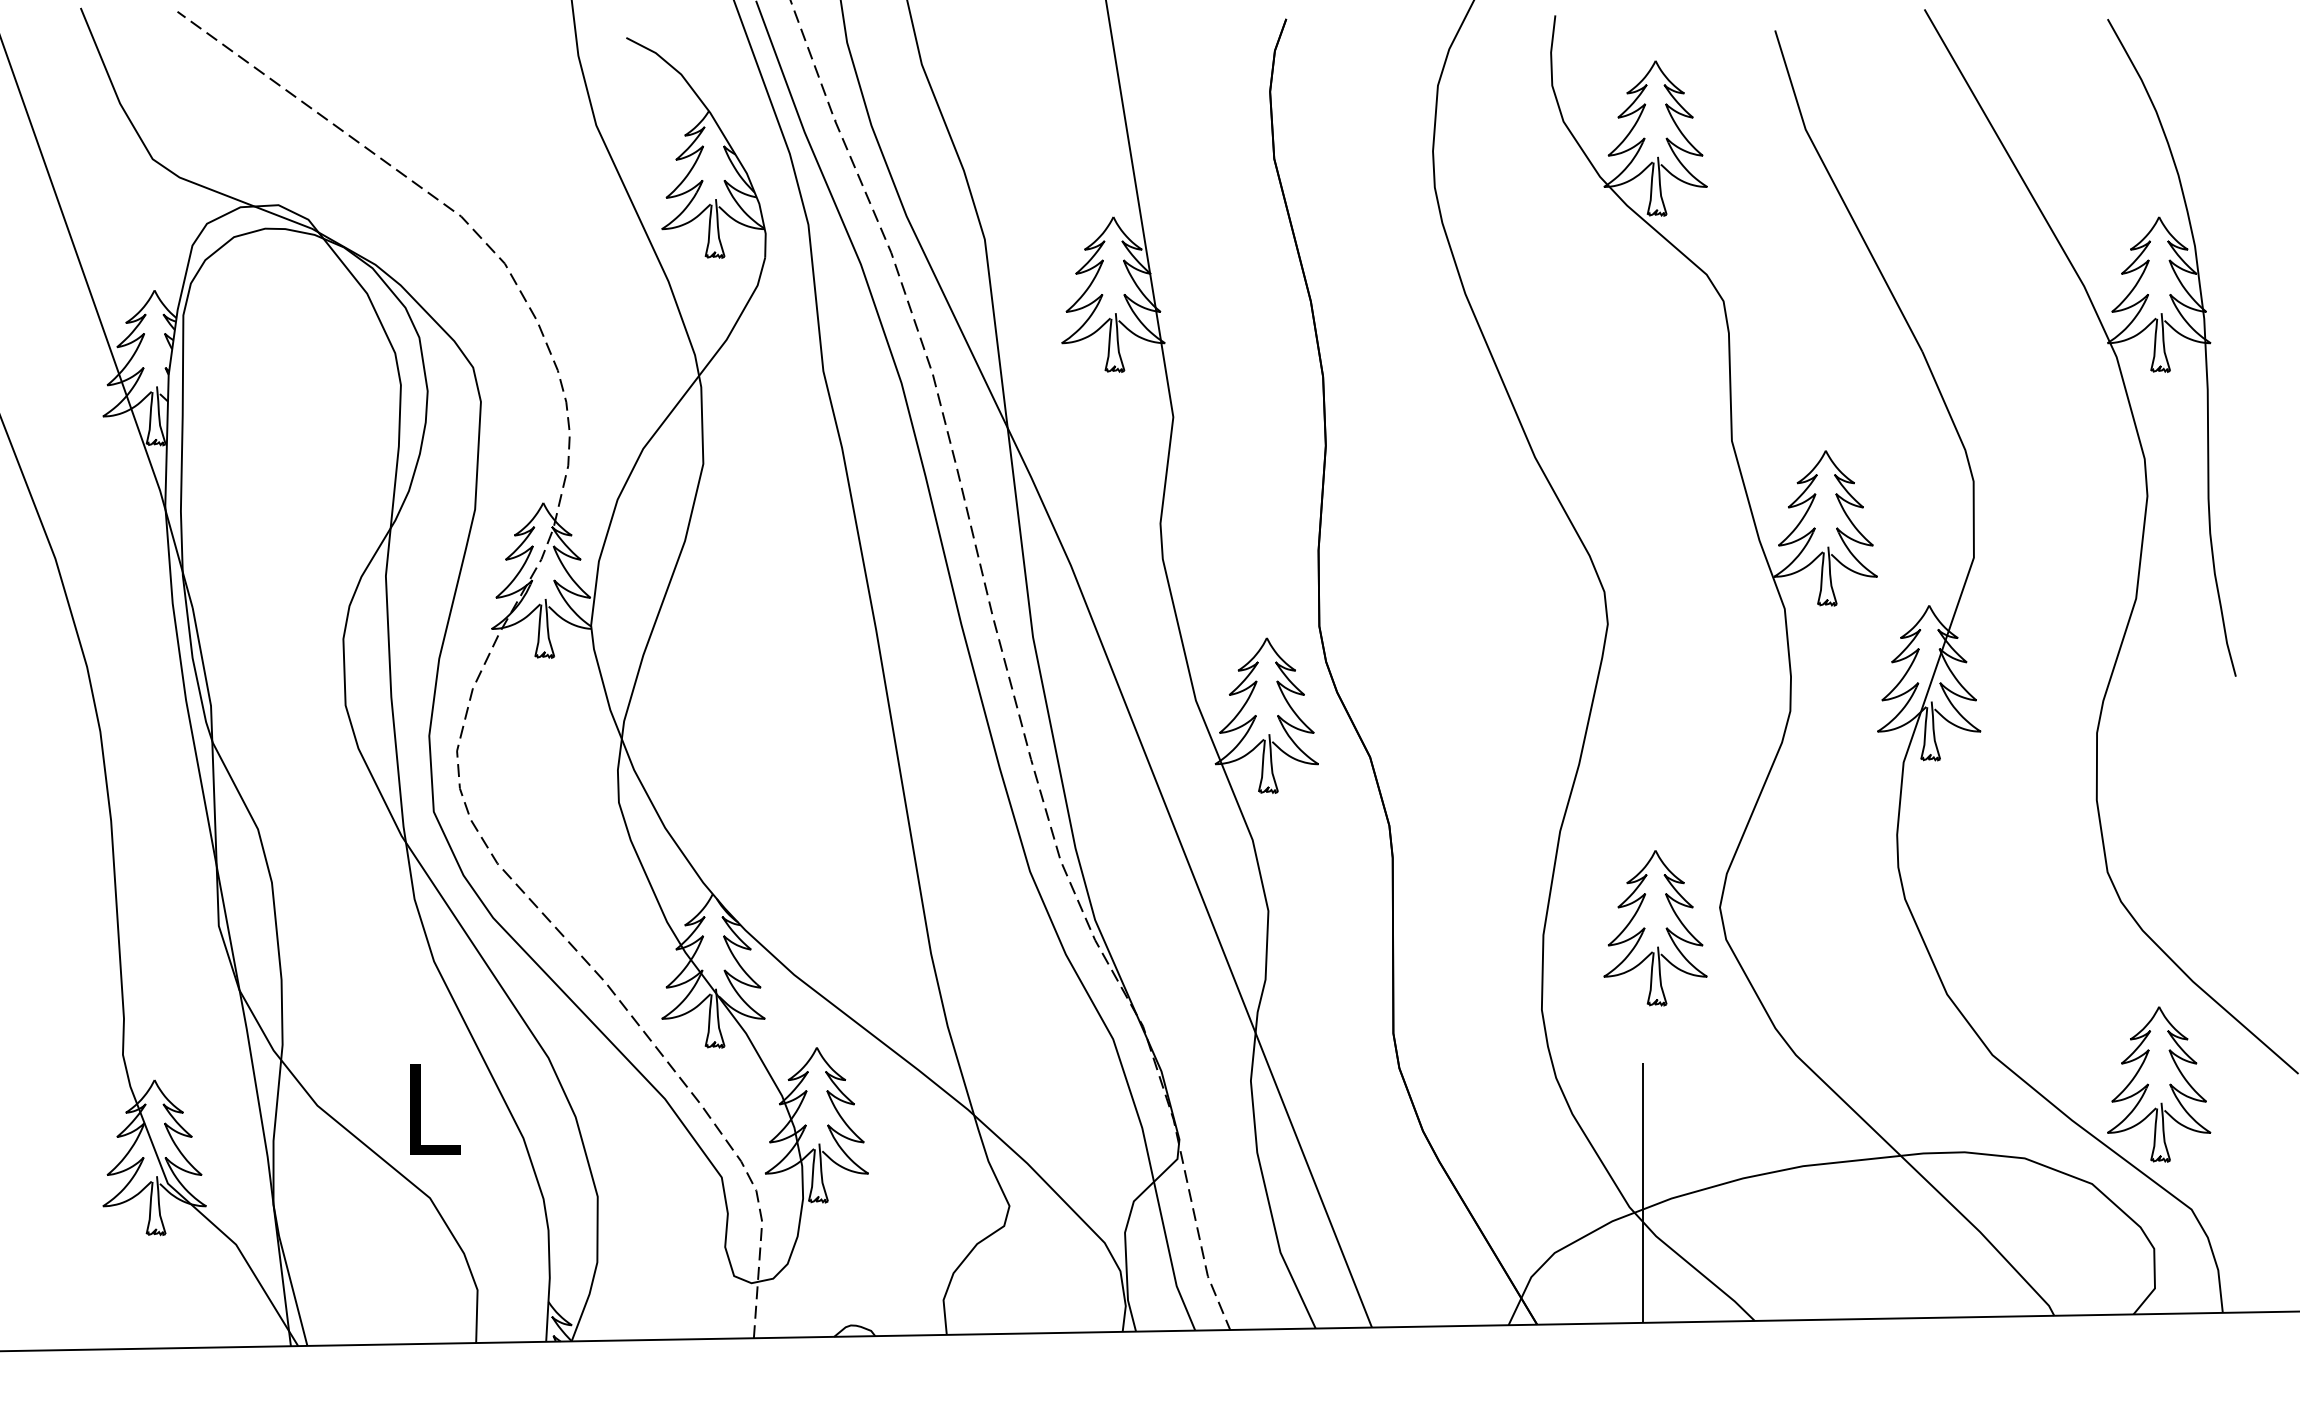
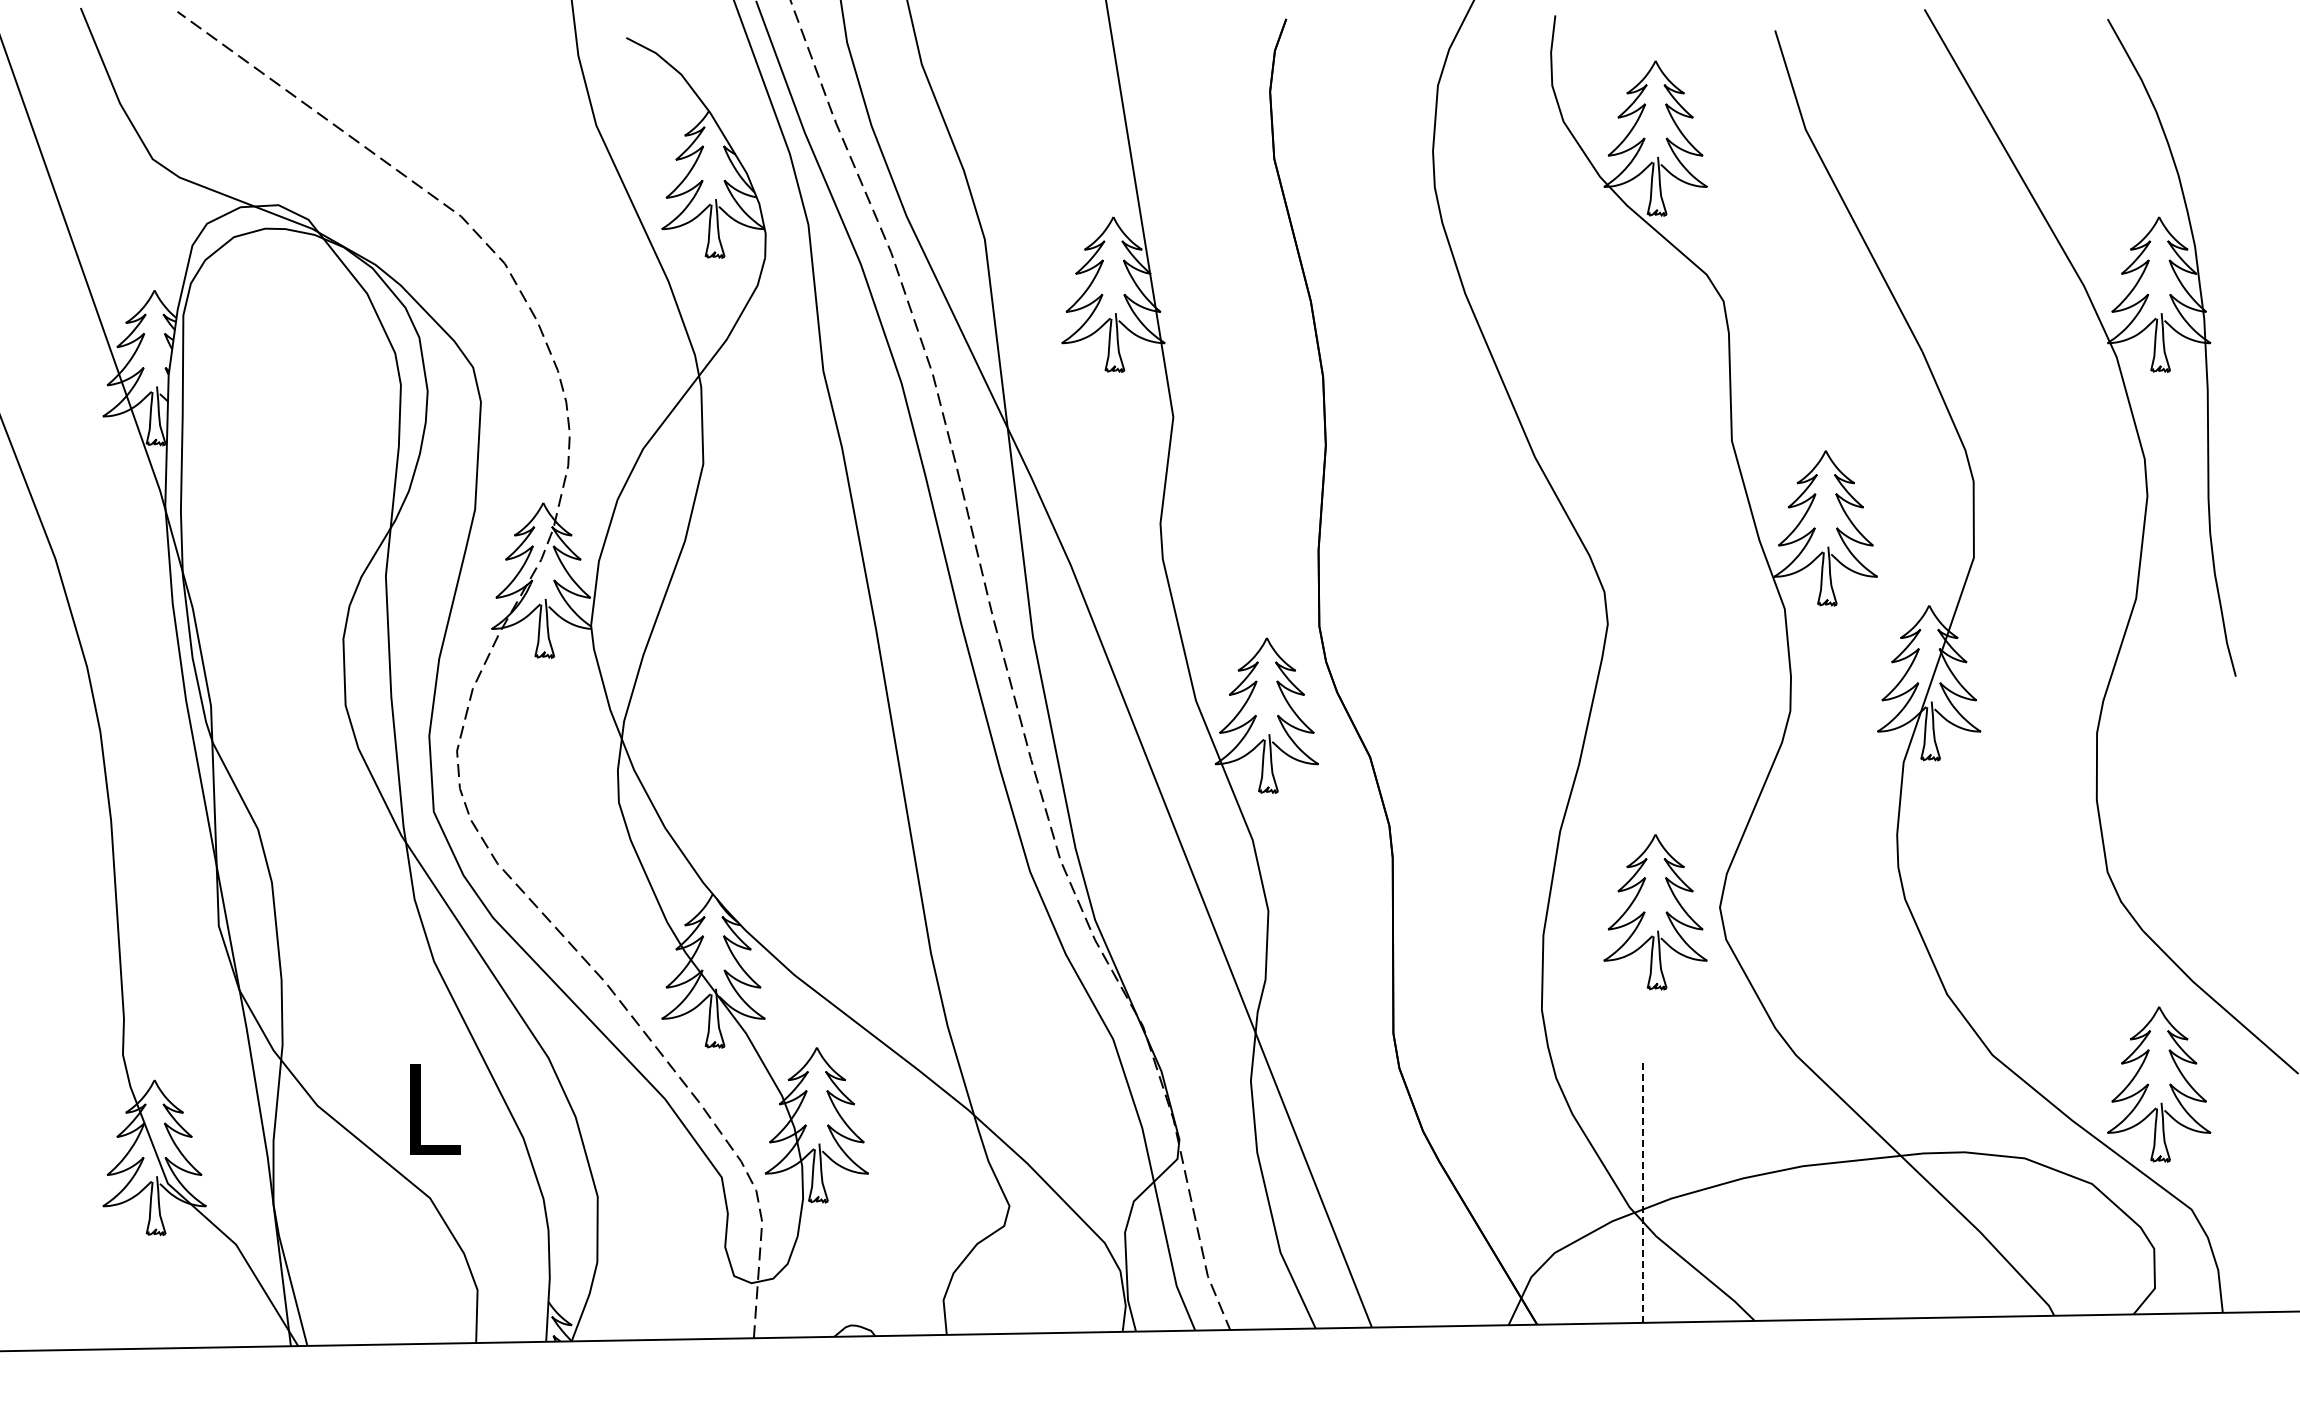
part at (1655, 928) position: (1655, 928) -> (1655, 912)
line at (1642, 1192): solid -> dashed
